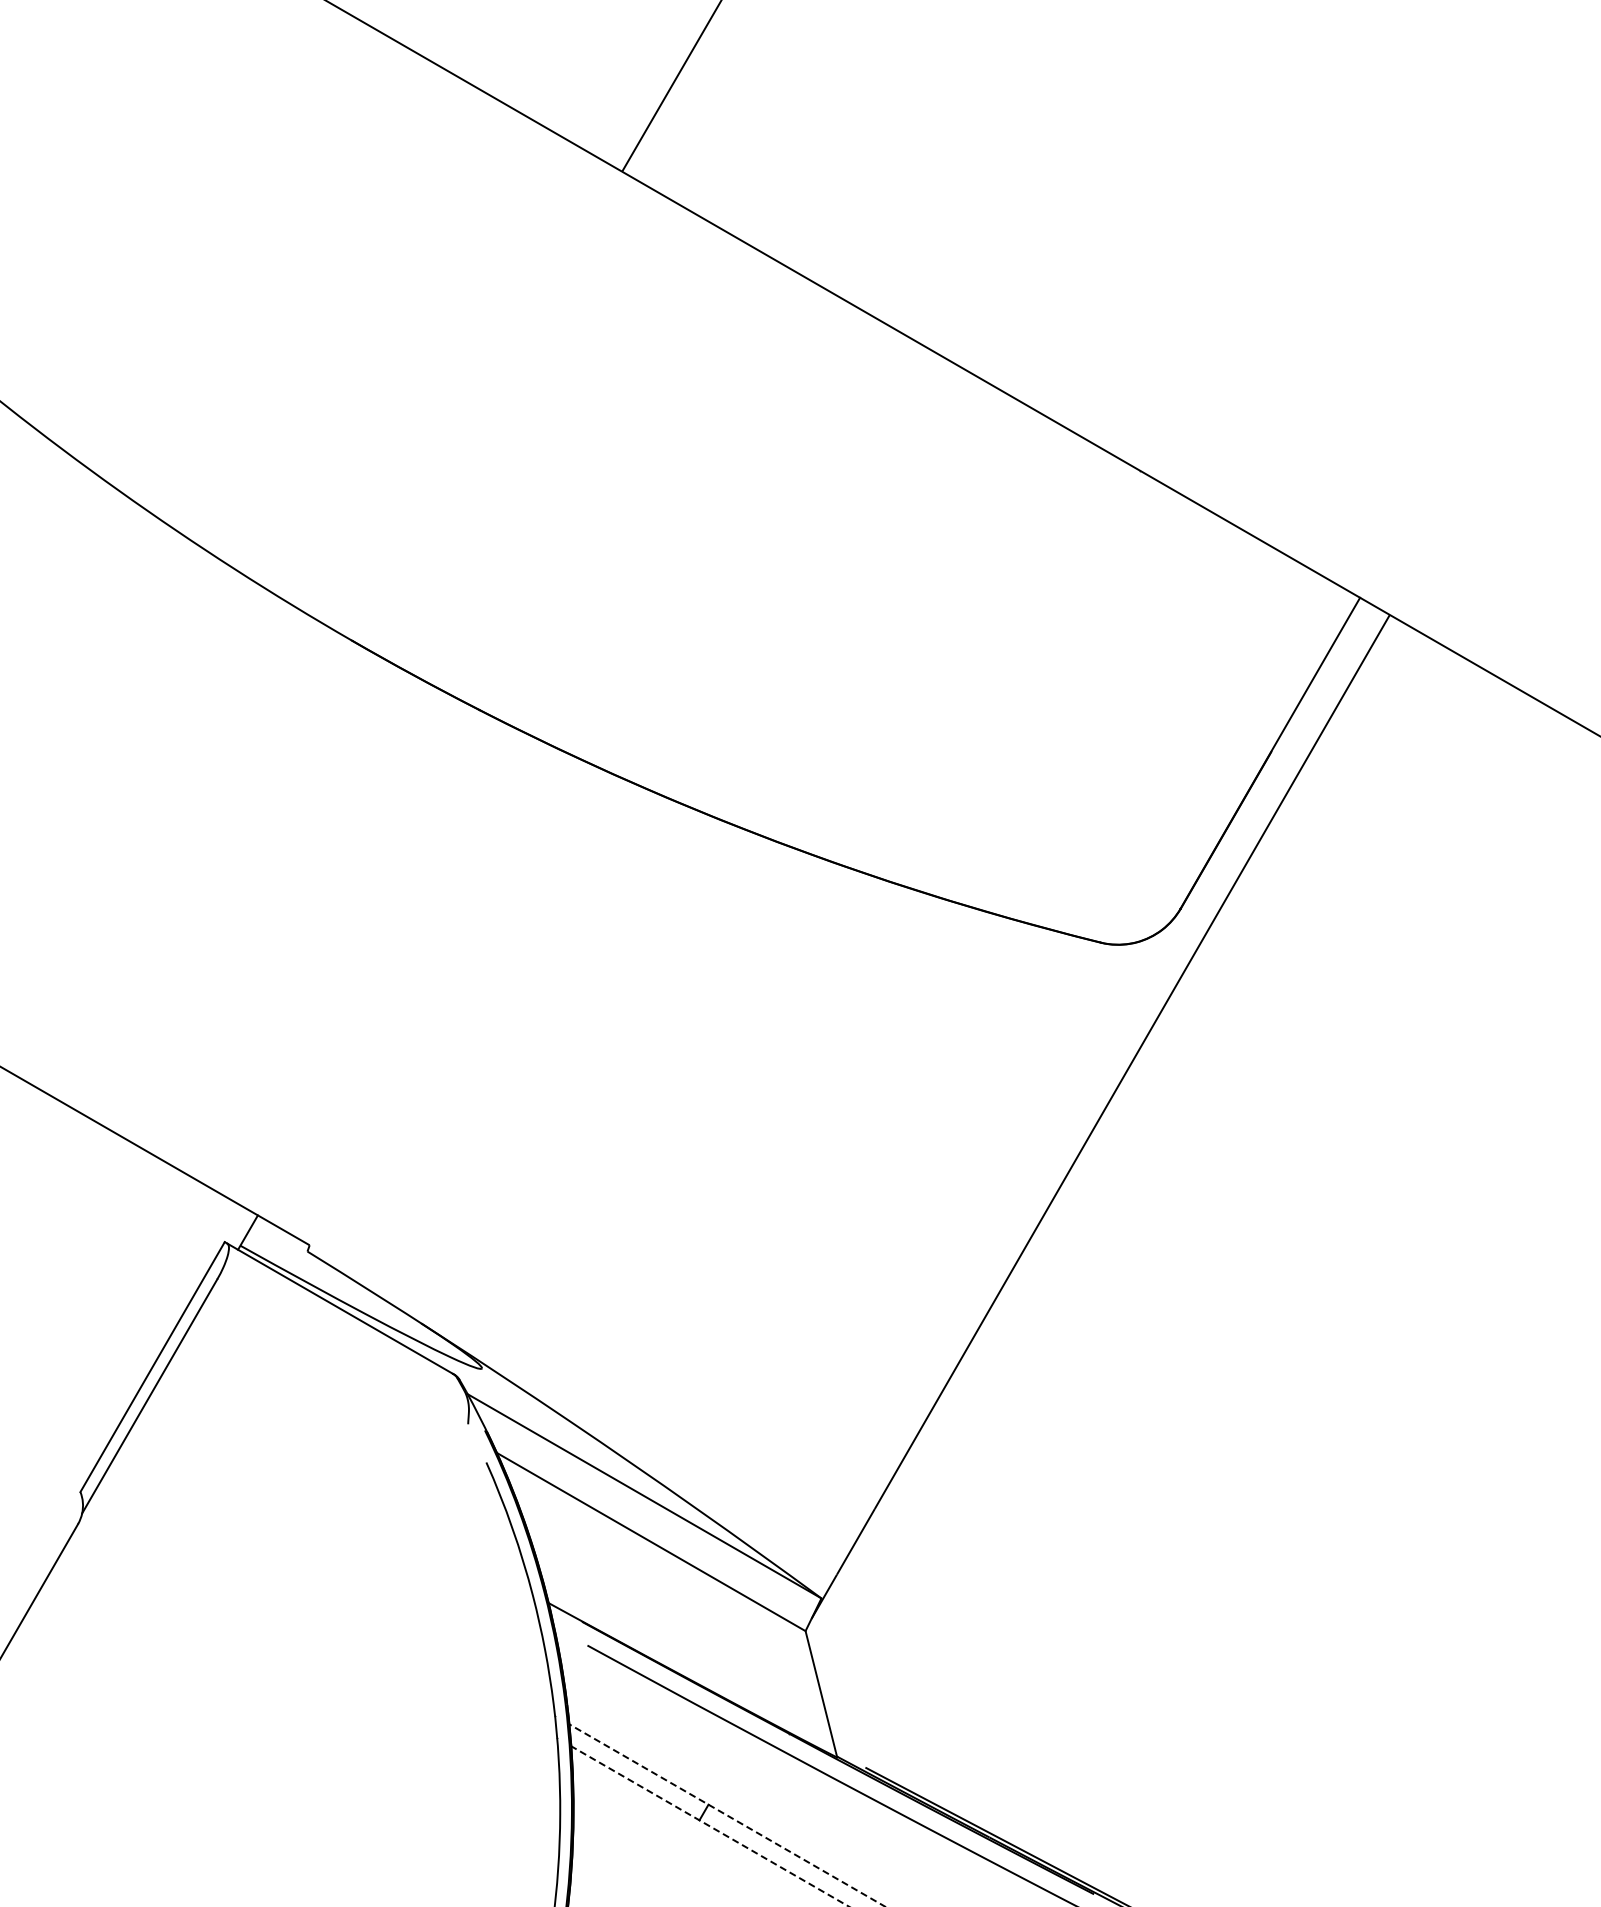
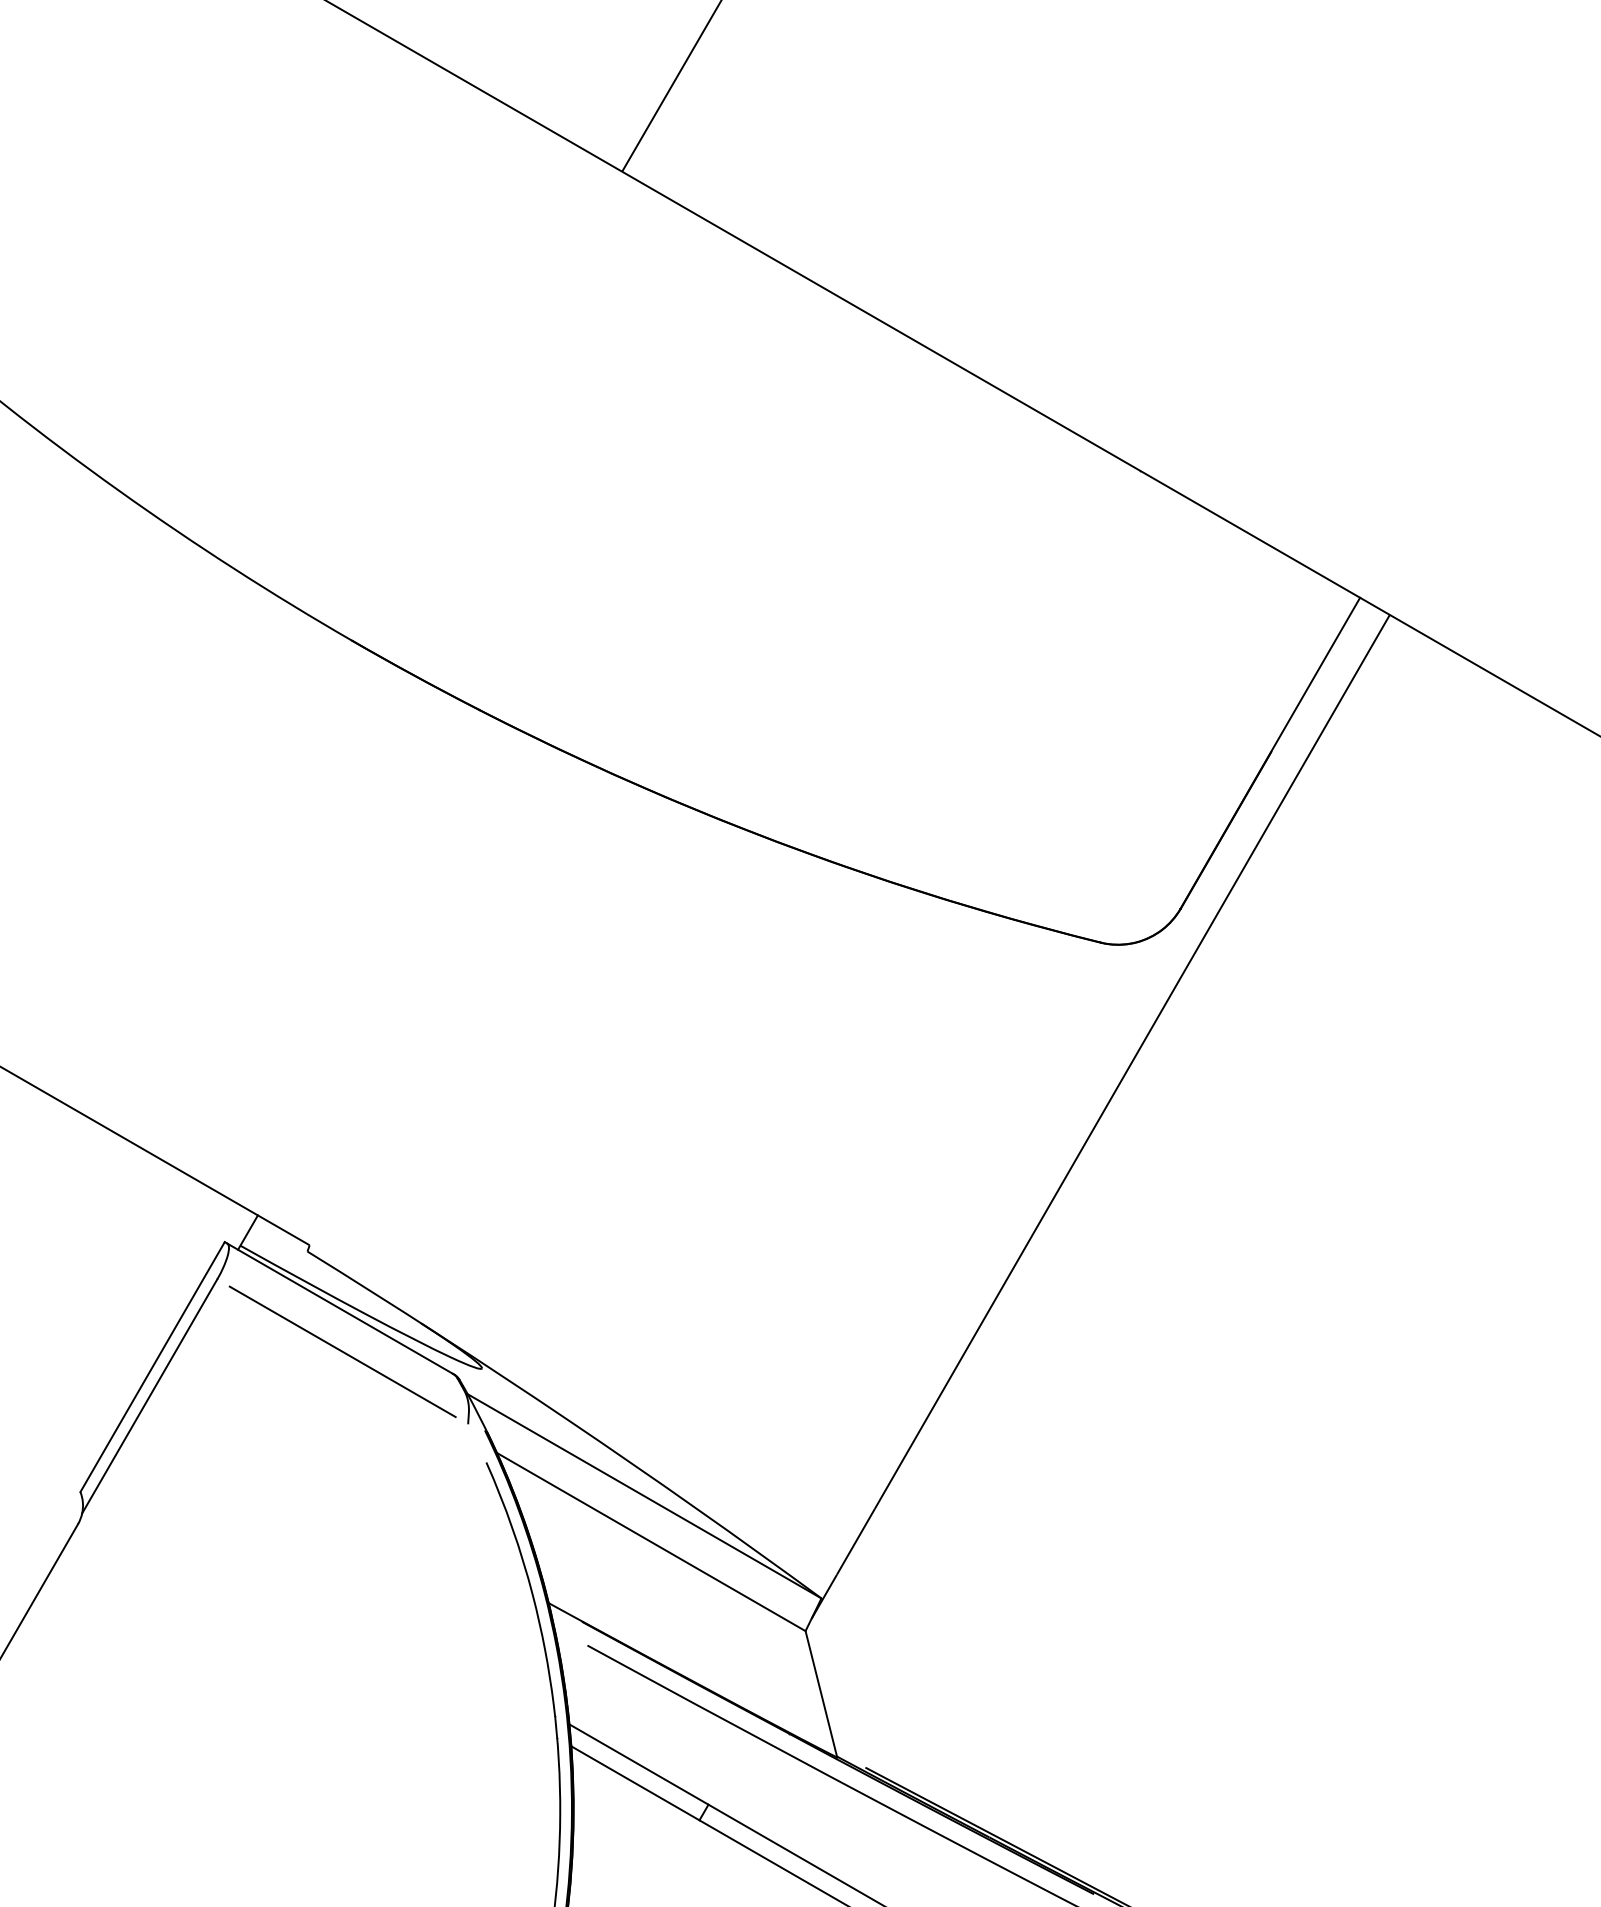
line at (342, 1351): none -> present
line at (726, 1815): dashed -> solid
line at (709, 1826): dashed -> solid
